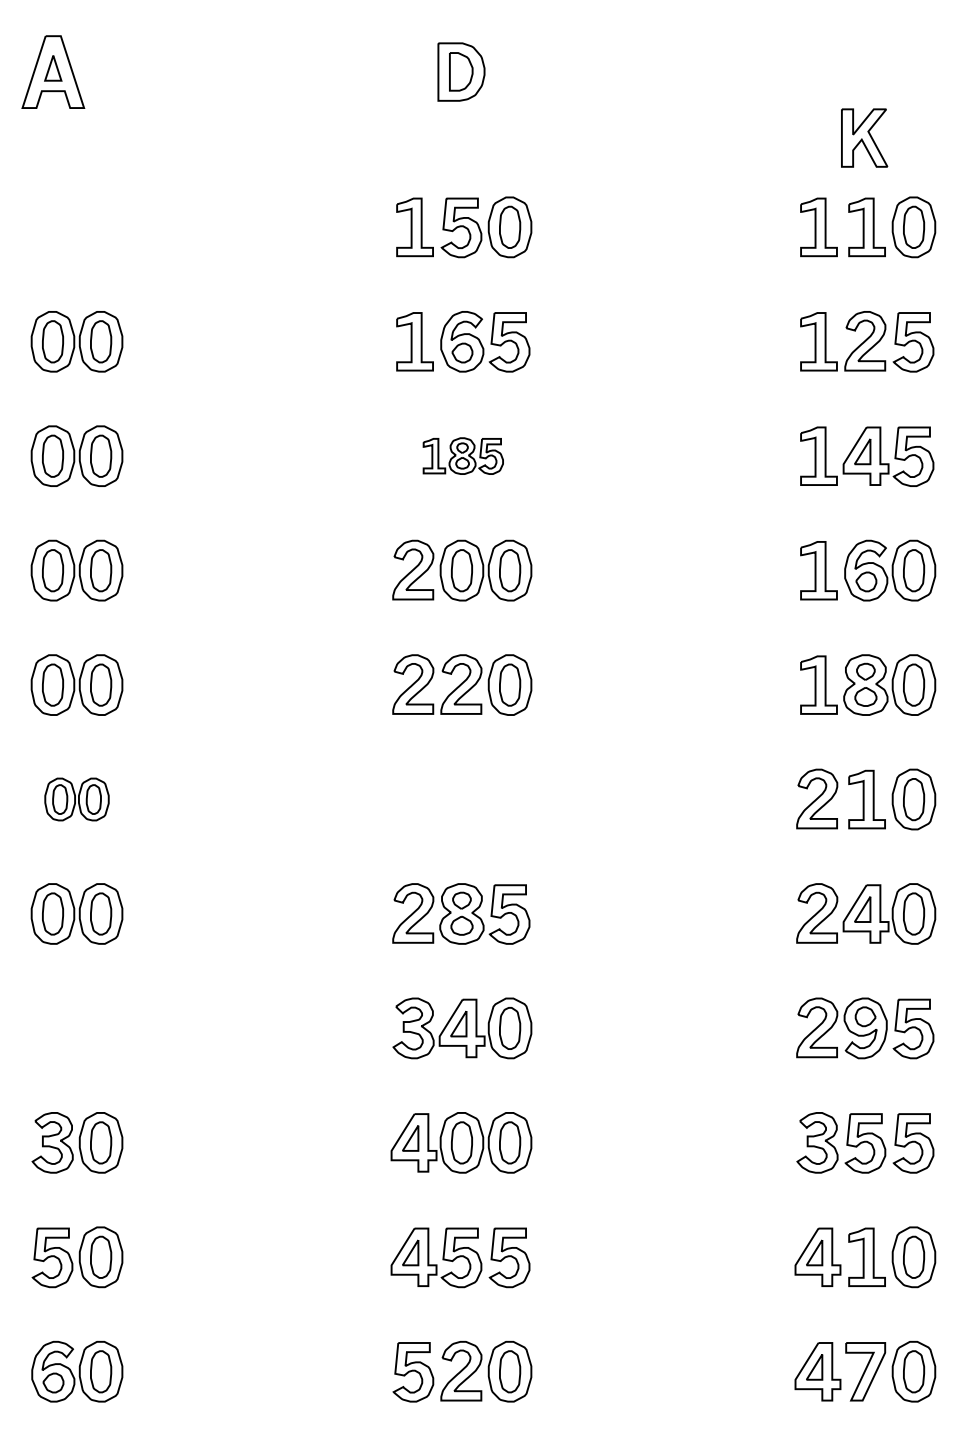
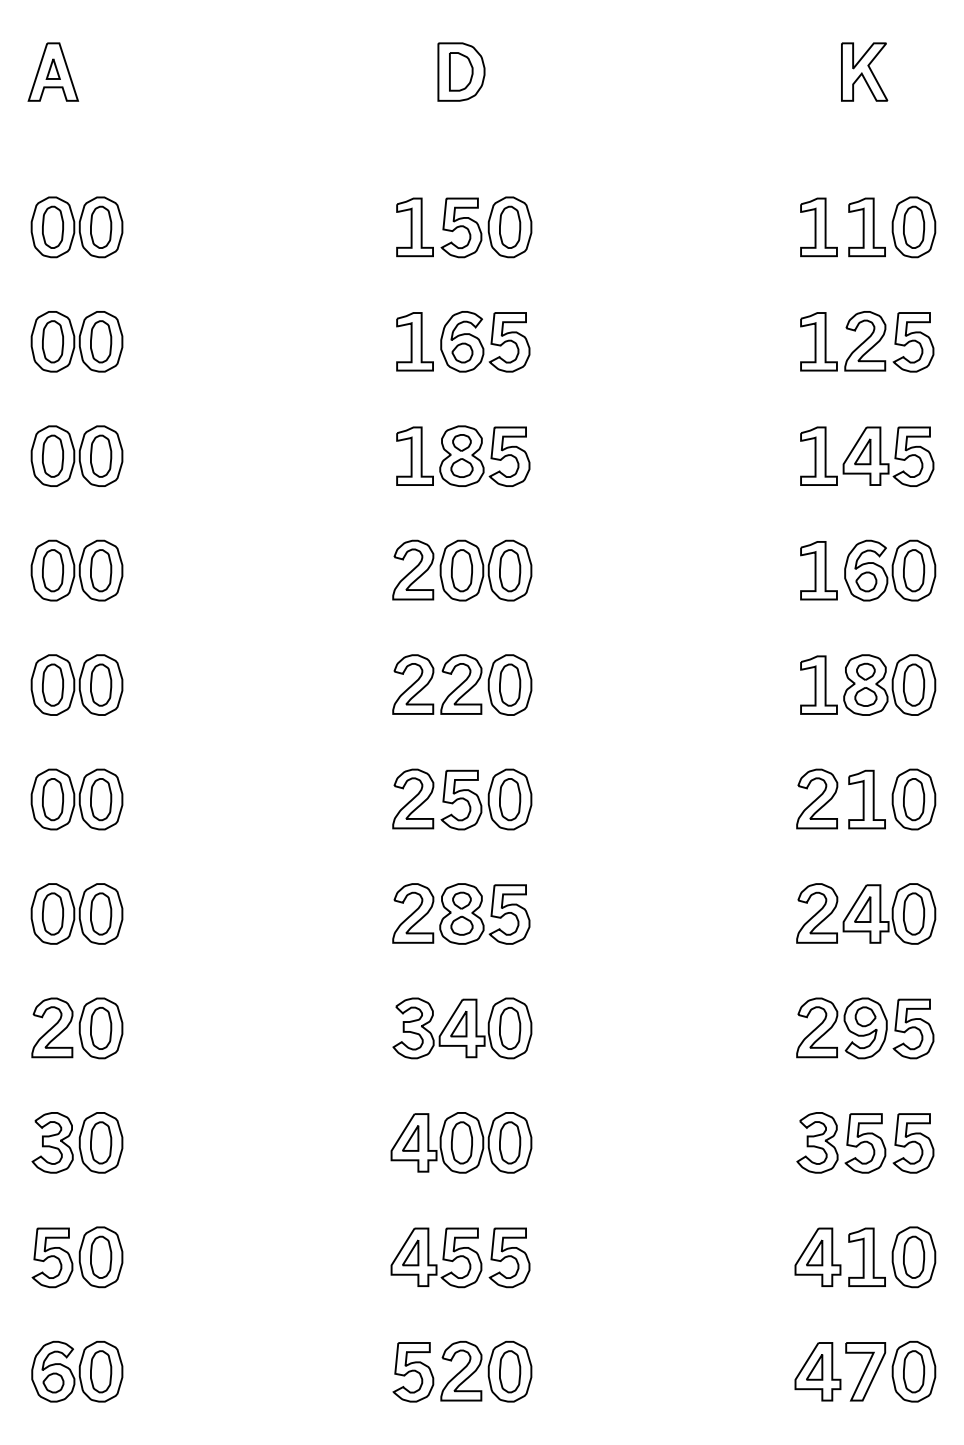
part at (53, 71) size: 65x74 px -> 53x60 px
part at (864, 137) position: (864, 137) -> (864, 71)
part at (76, 227): none -> present
part at (462, 455) size: 82x38 px -> 135x62 px
part at (76, 799) size: 66x45 px -> 94x63 px
part at (462, 799): none -> present
part at (77, 1028): none -> present
